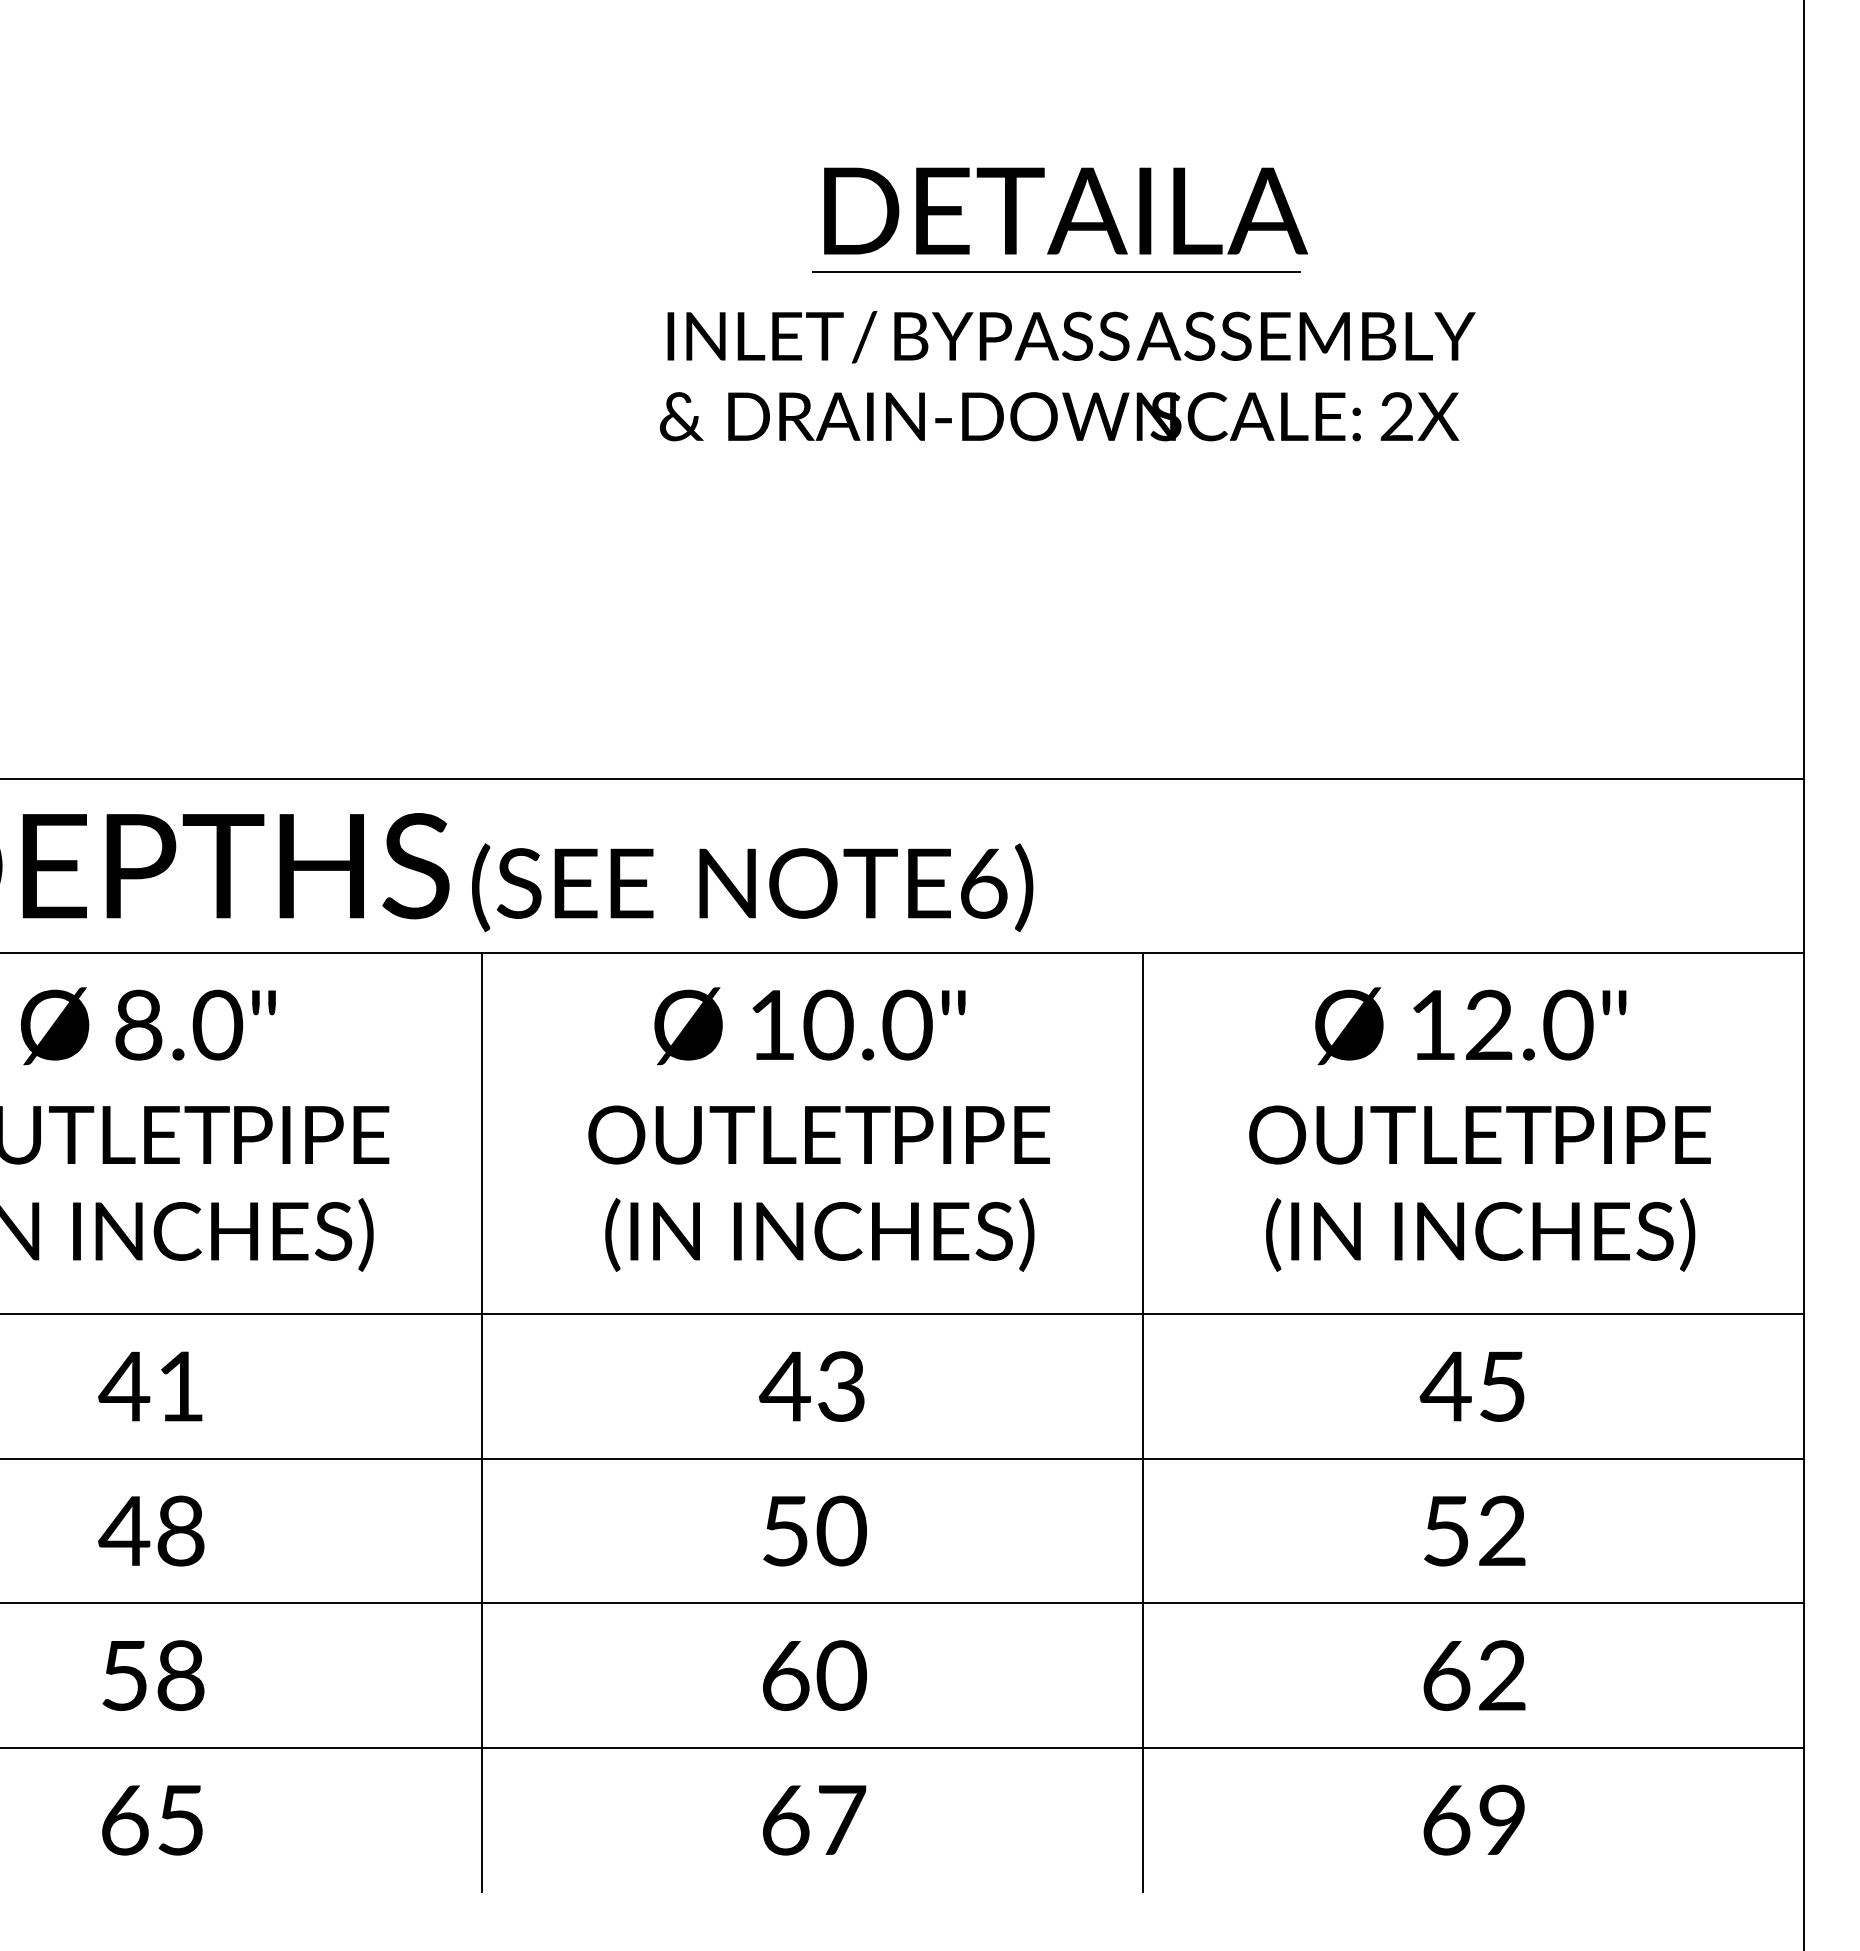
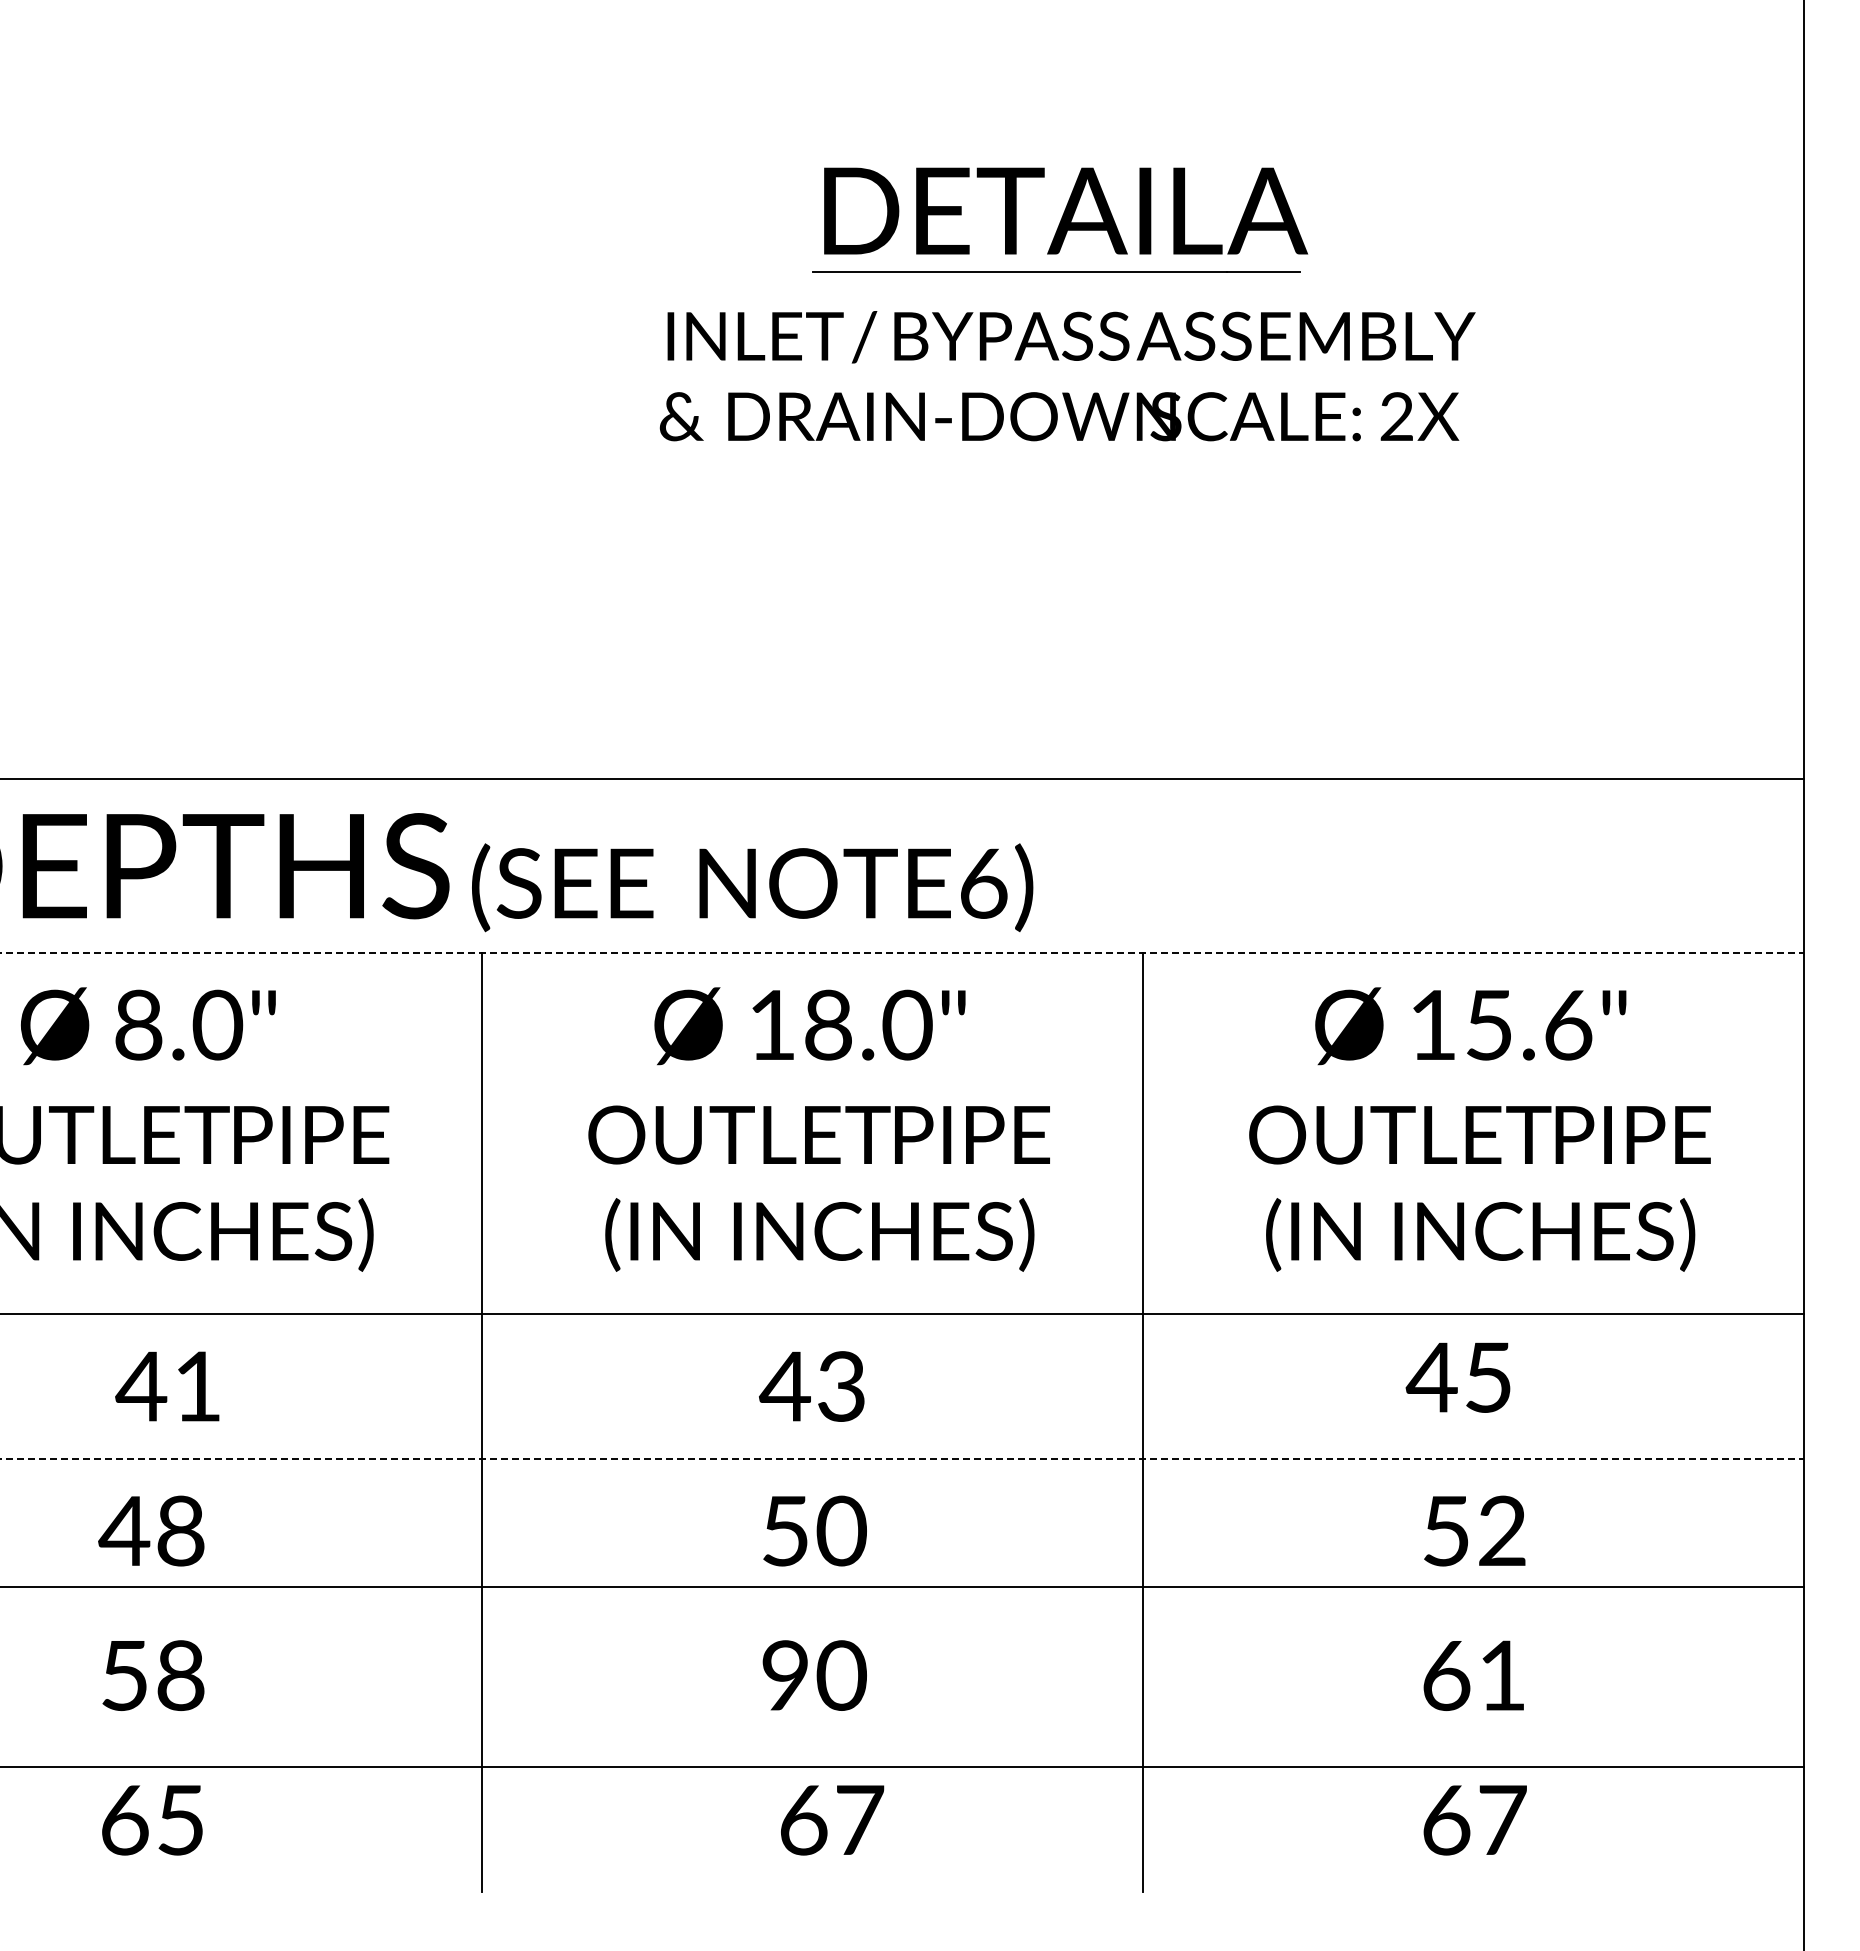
line at (902, 952): solid -> dashed
text at (1529, 1024): 12.0" -> 15.6"
text at (828, 1025): 10.0" -> 18.0"
text at (150, 1386) position: (150, 1386) -> (167, 1386)
text at (1471, 1386) position: (1471, 1386) -> (1457, 1377)
line at (902, 1458): solid -> dashed
line at (903, 1603) position: (903, 1603) -> (903, 1587)
text at (785, 1675): 60 -> 90
text at (1502, 1675): 62 -> 61
line at (903, 1747) position: (903, 1747) -> (903, 1766)
text at (1502, 1819): 69 -> 67
text at (814, 1820) position: (814, 1820) -> (832, 1820)
